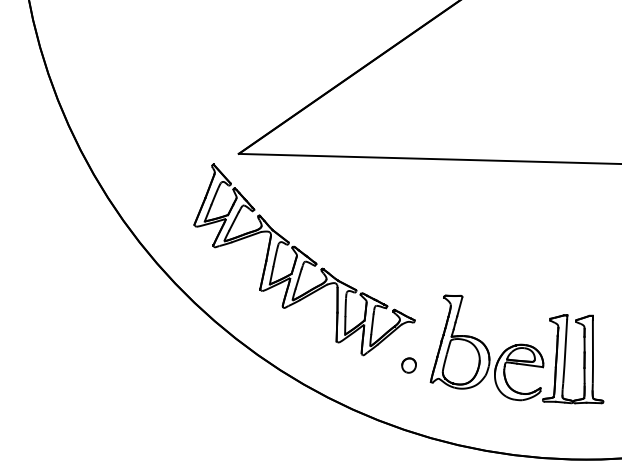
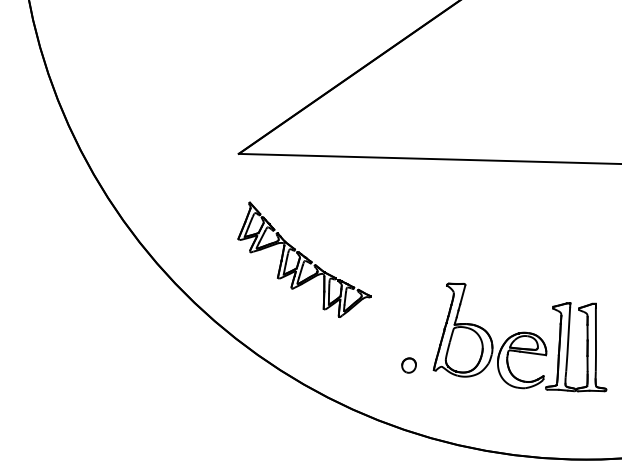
part at (304, 259) size: 223x194 px -> 135x117 px
part at (516, 349) position: (516, 349) -> (519, 337)
